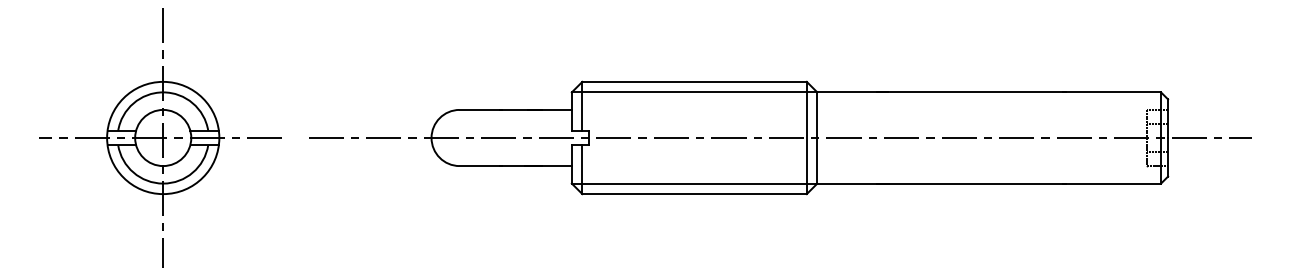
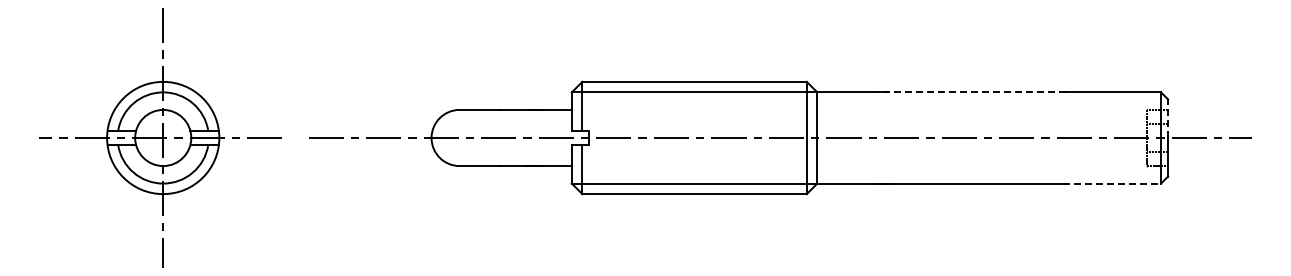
line at (971, 92): solid -> dashed
line at (1168, 118): solid -> dashed
line at (1112, 183): solid -> dashed
